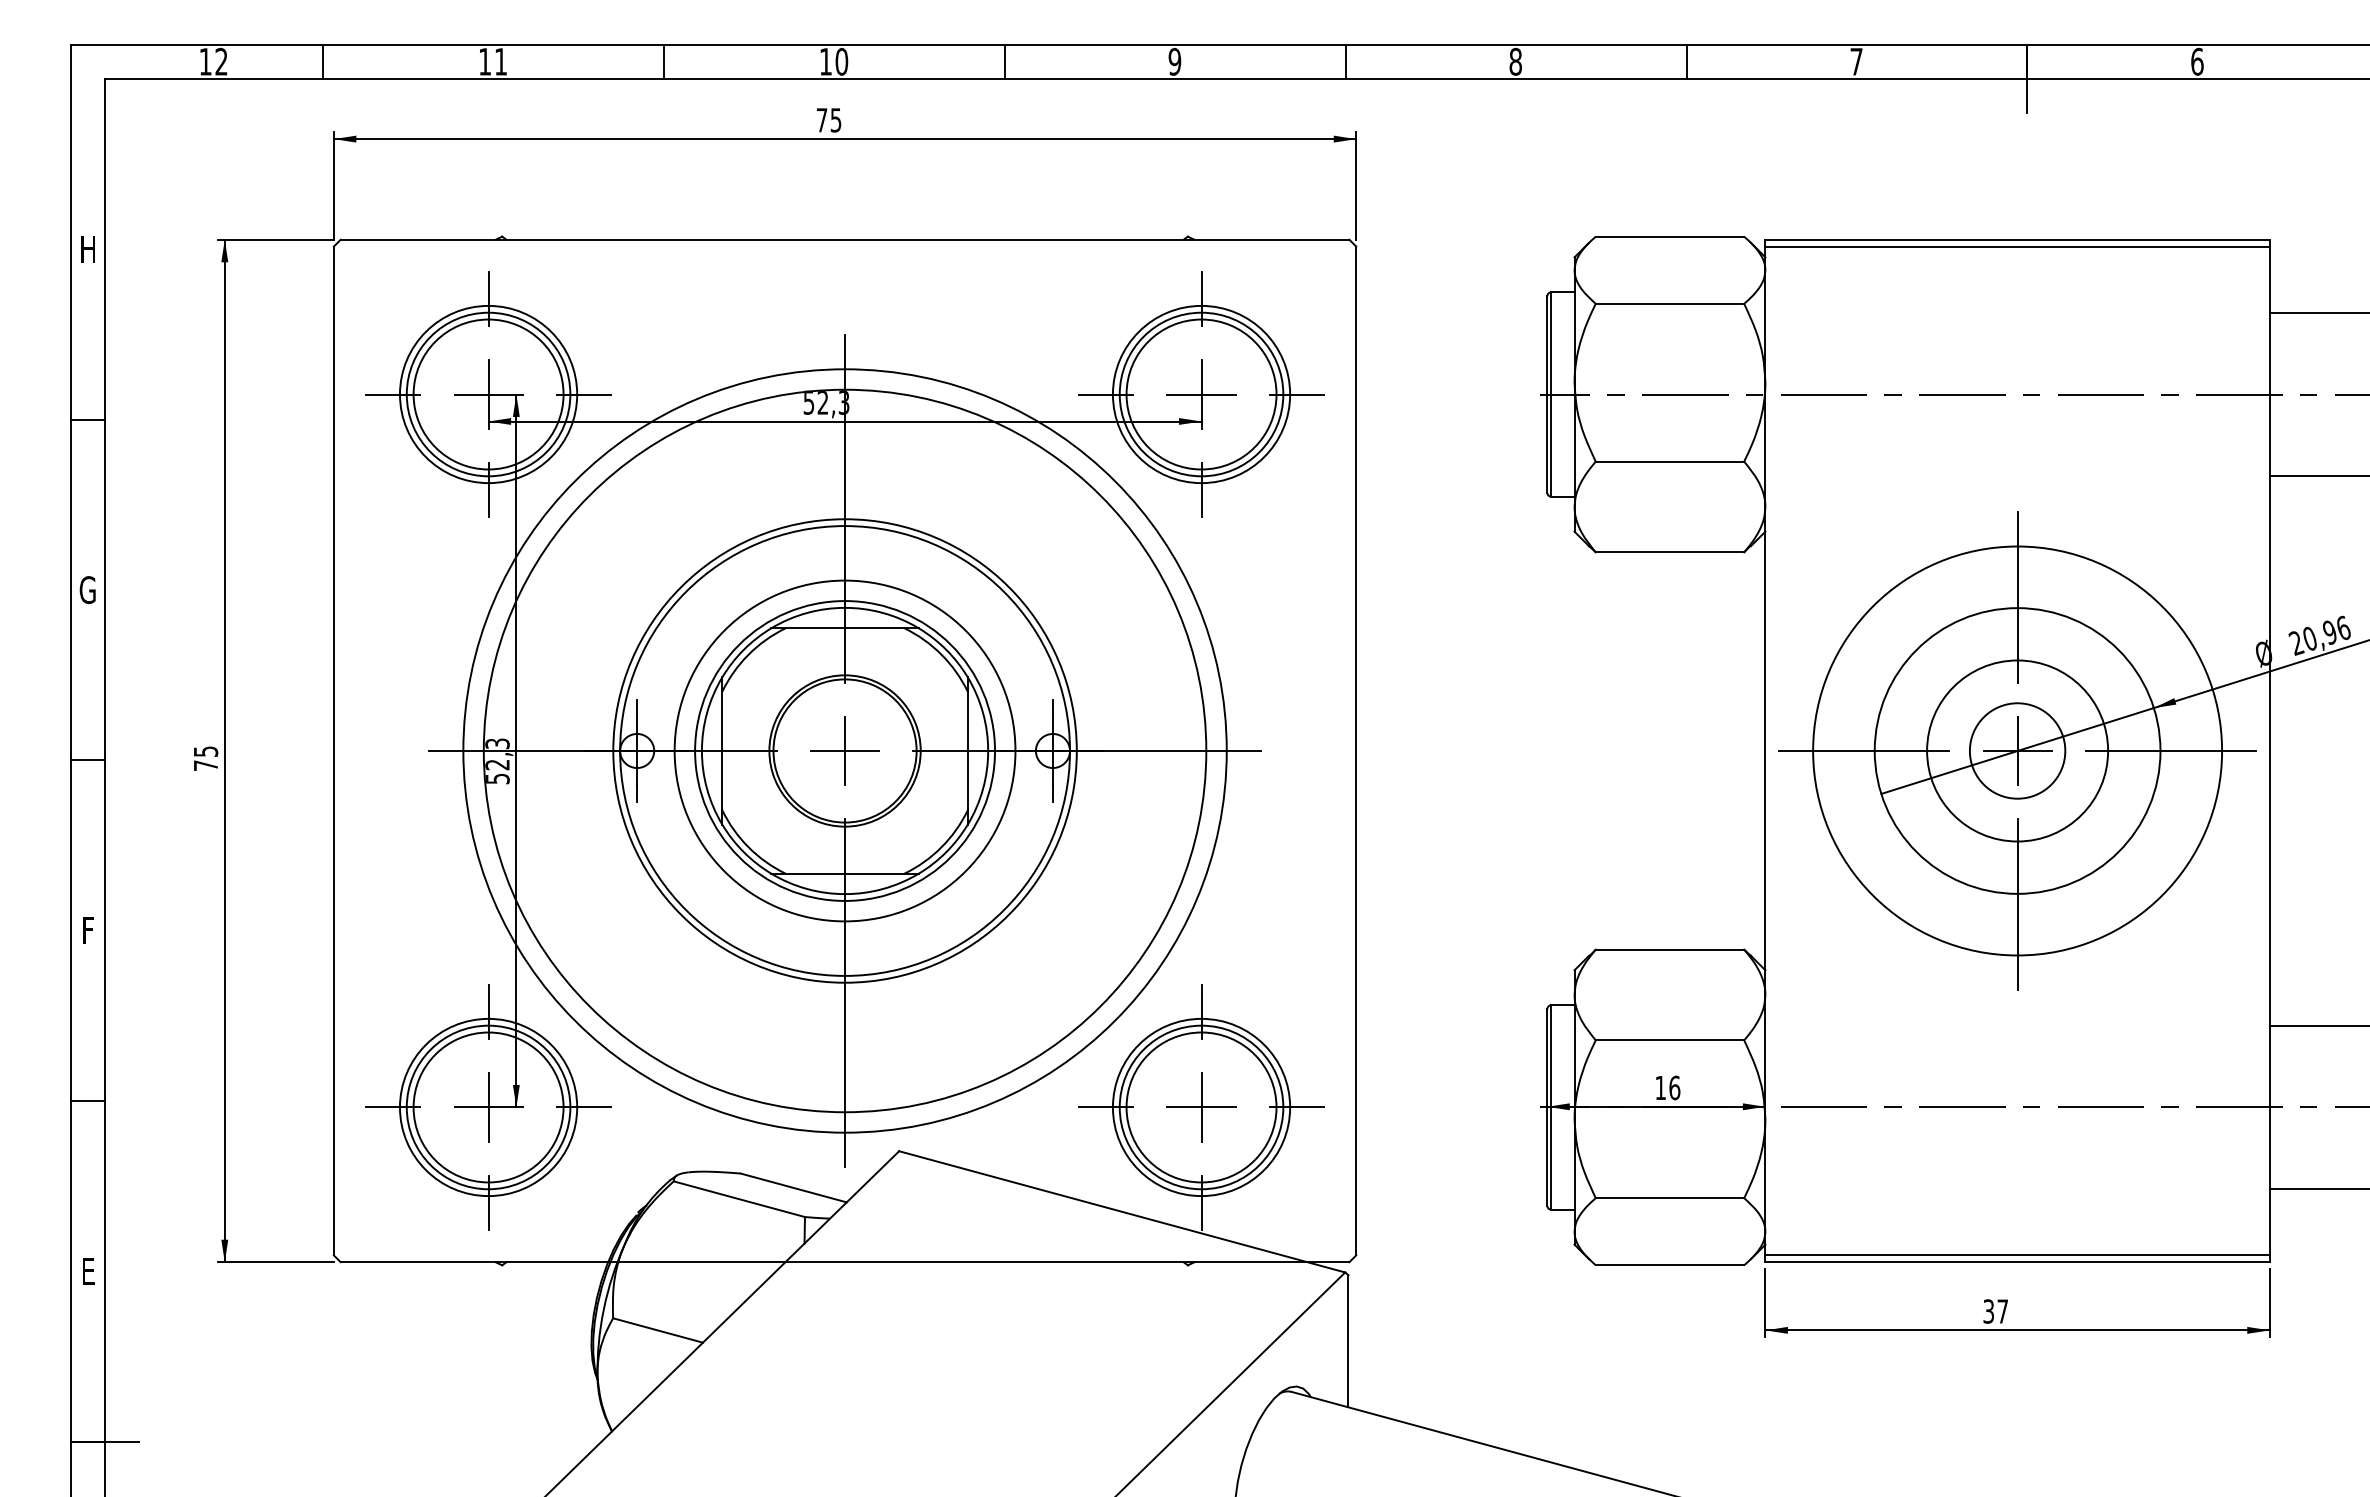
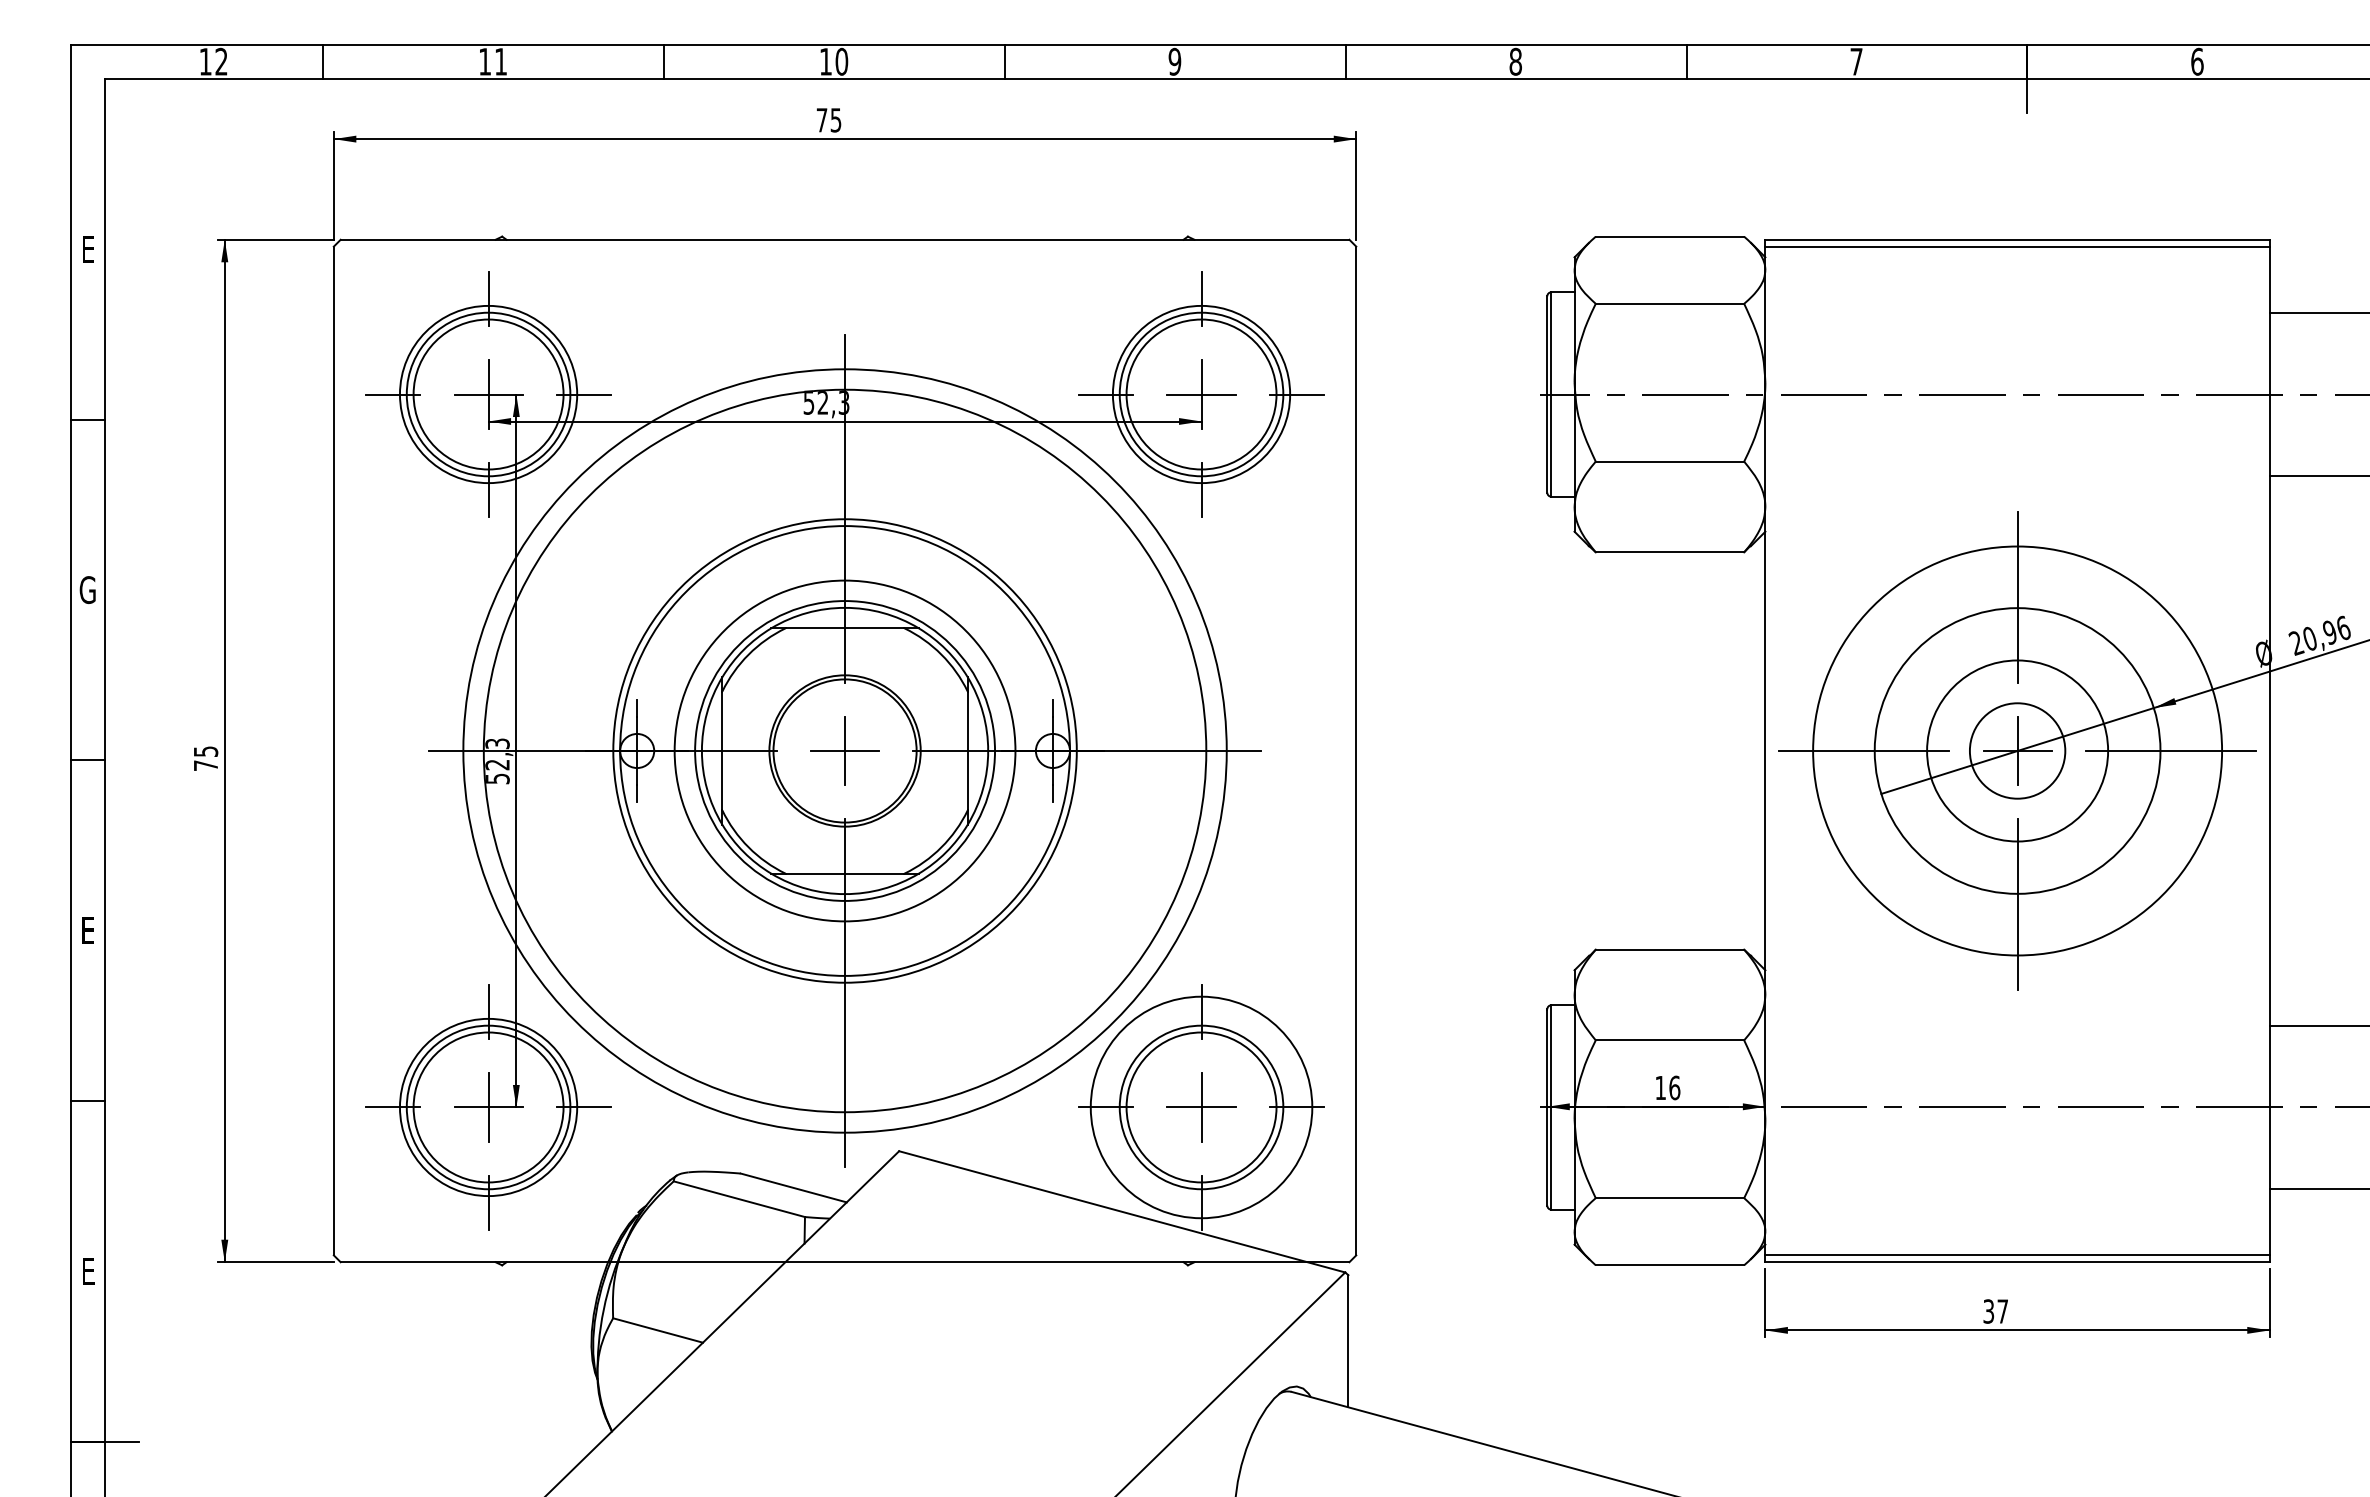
text at (87, 249): H -> E
text at (87, 930): F -> E
circle at (1201, 1107) diameter: 177 px -> 222 px
